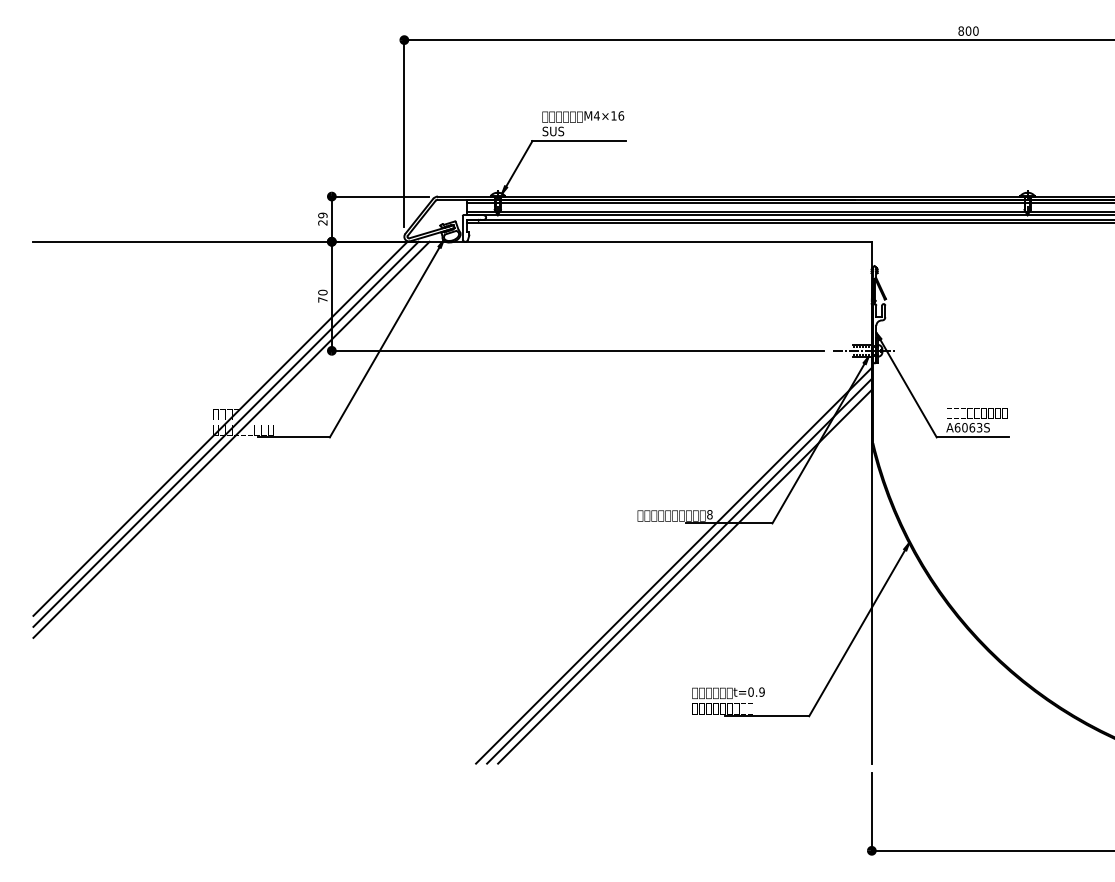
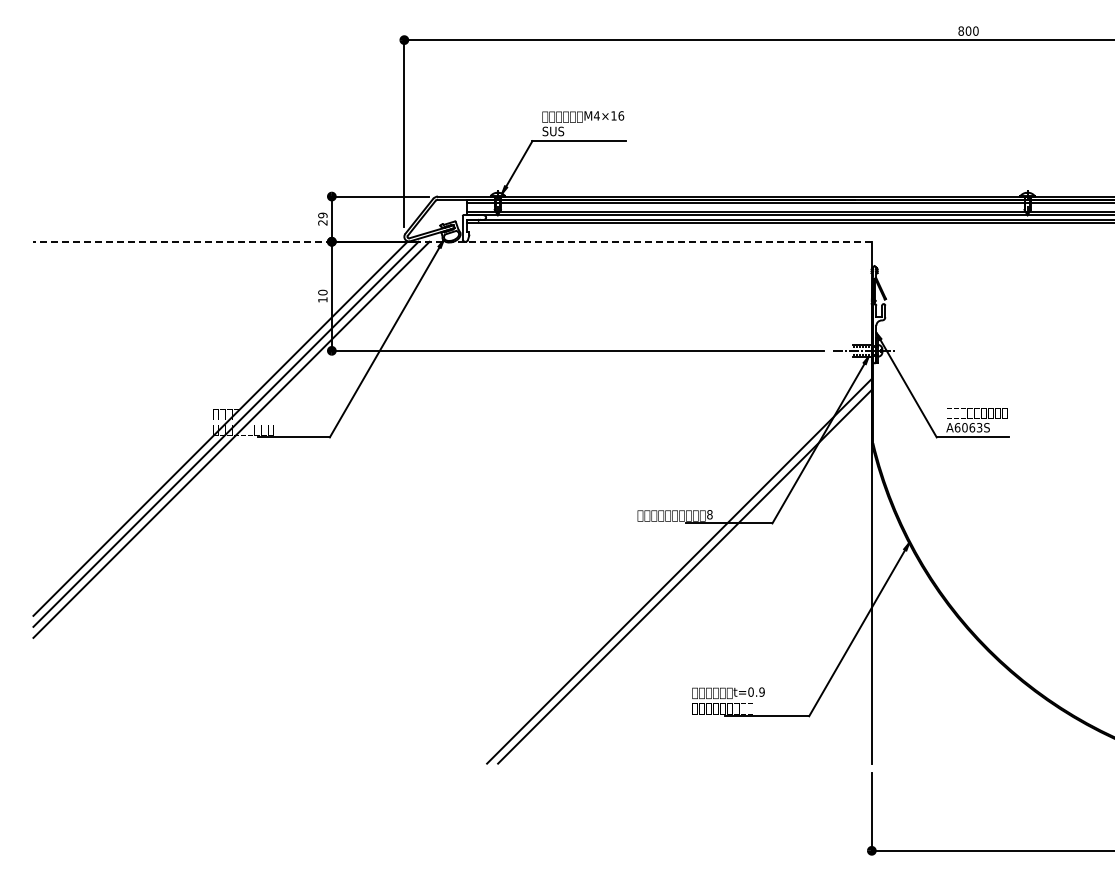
line at (452, 241): solid -> dashed
text at (322, 299): 70 -> 10
line at (673, 565): present -> none
